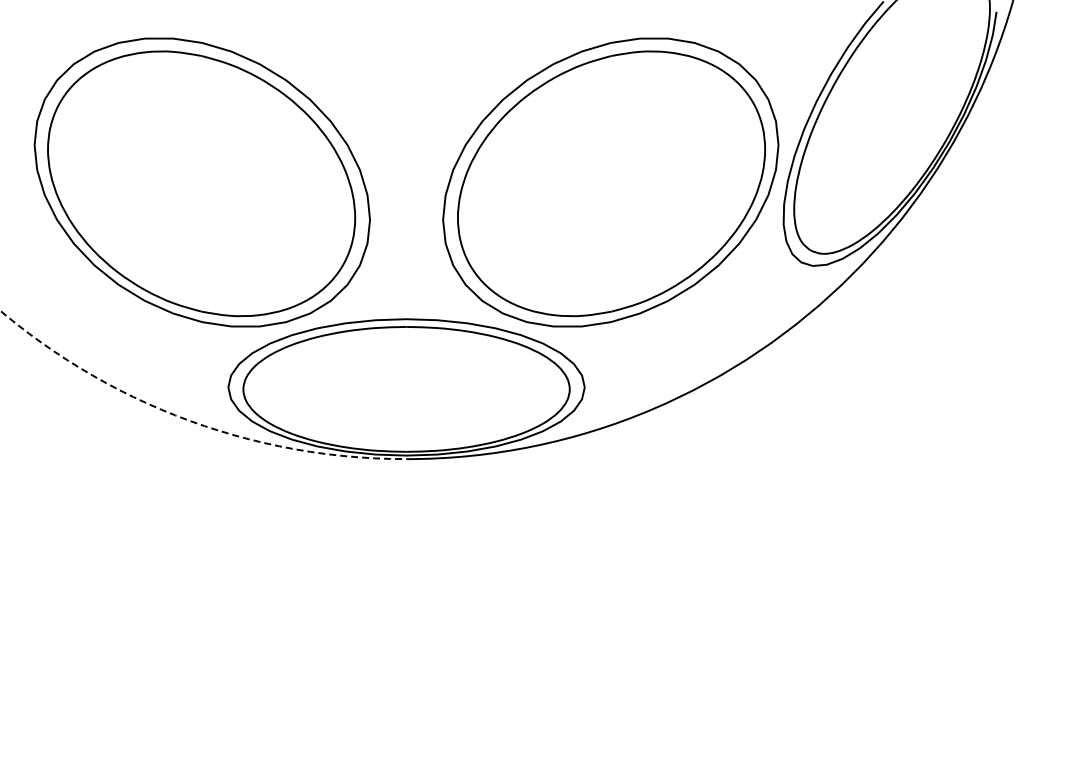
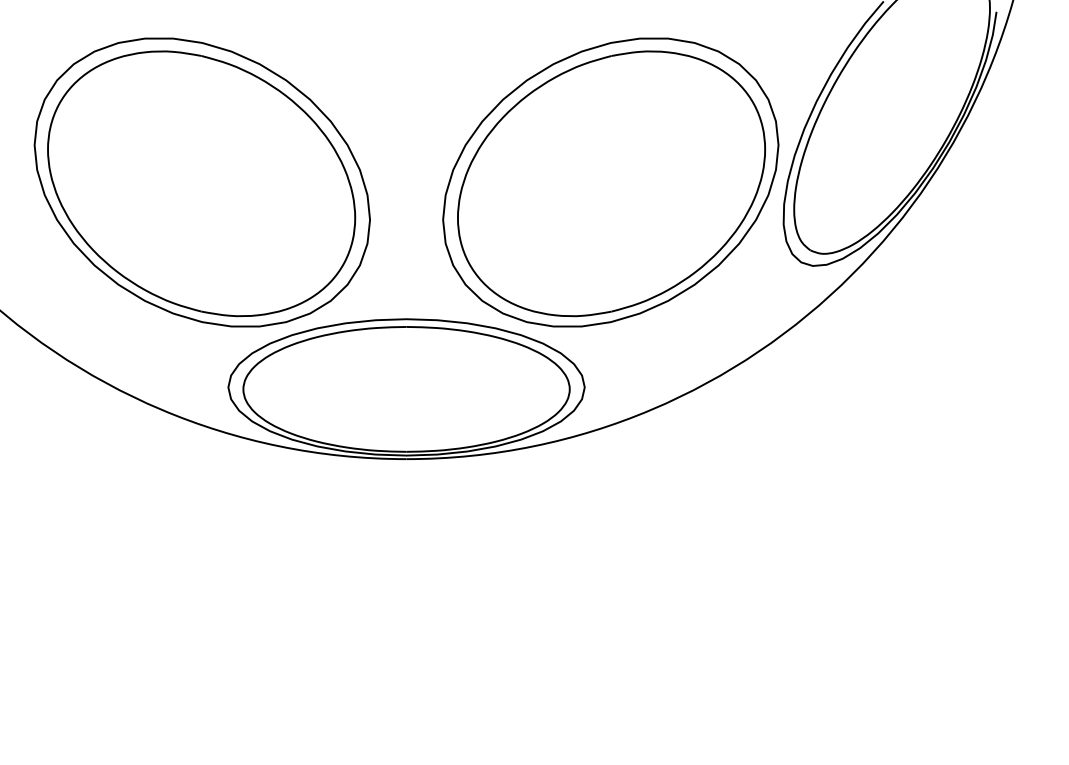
arc at (192, 421): dashed -> solid
